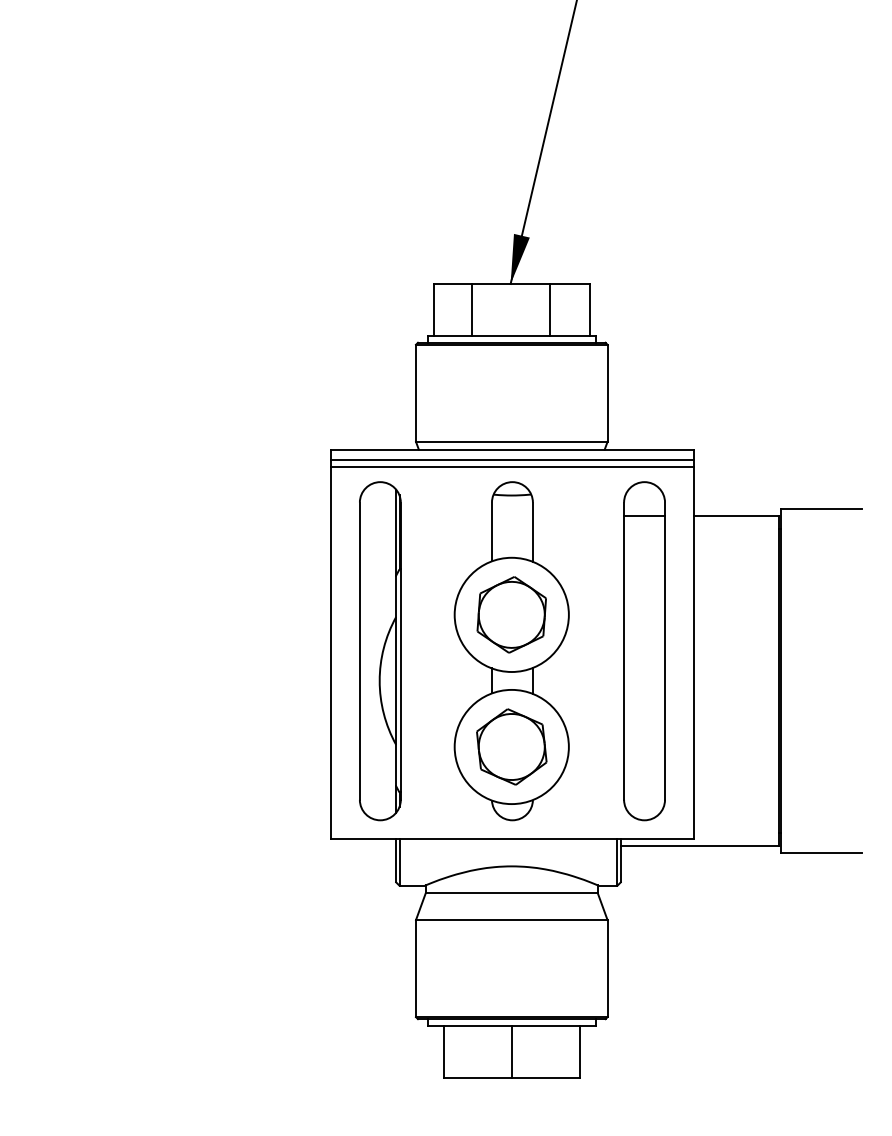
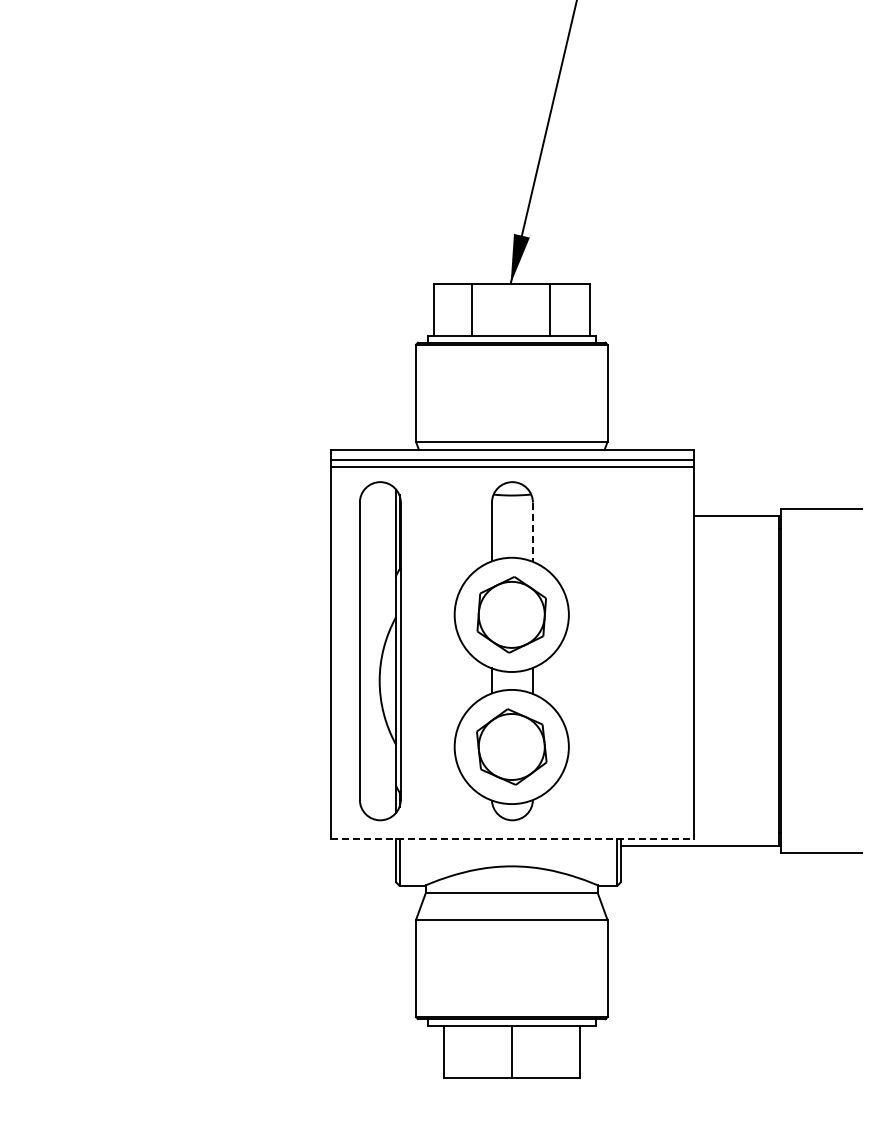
line at (532, 532): solid -> dashed
part at (644, 651): present -> none
line at (512, 839): solid -> dashed
